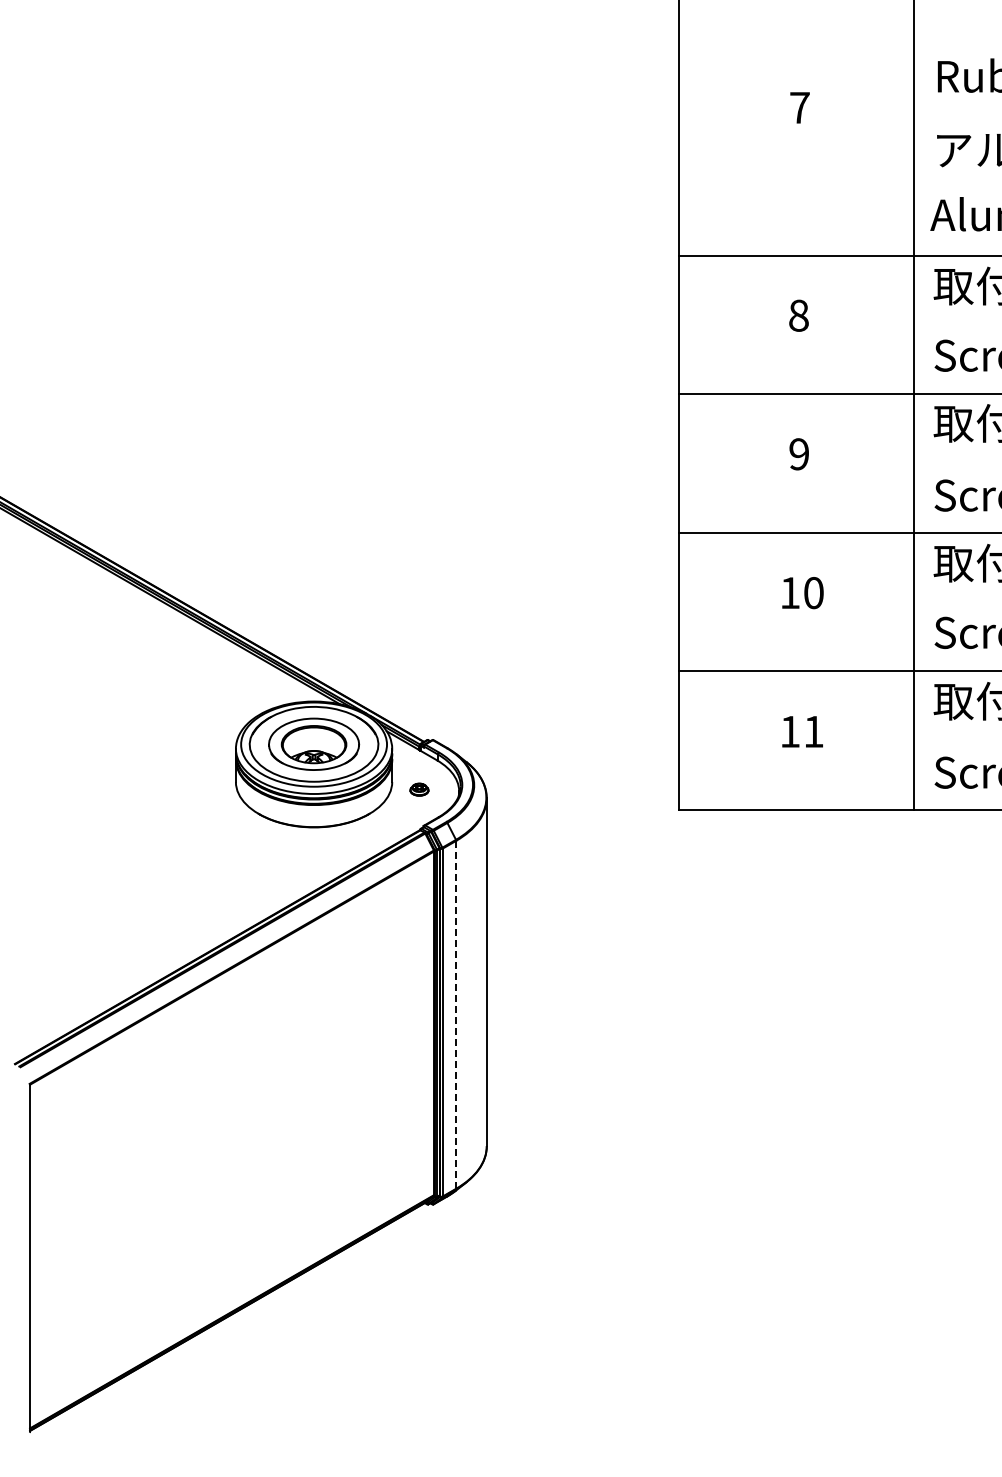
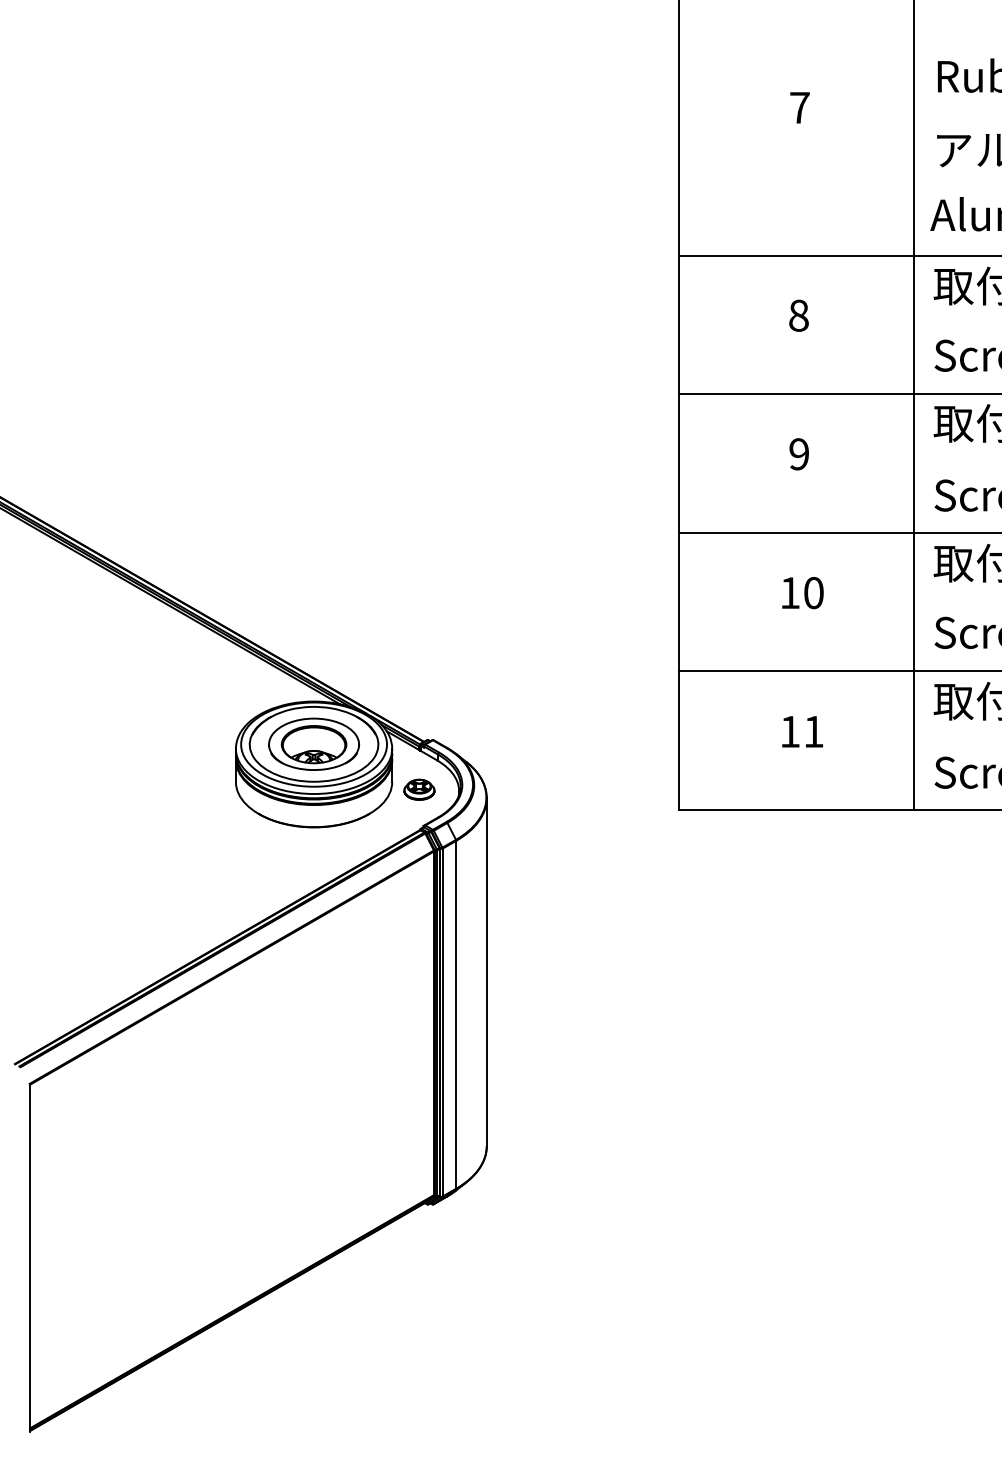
part at (419, 789) size: 21x15 px -> 33x23 px
line at (456, 1014): dashed -> solid
